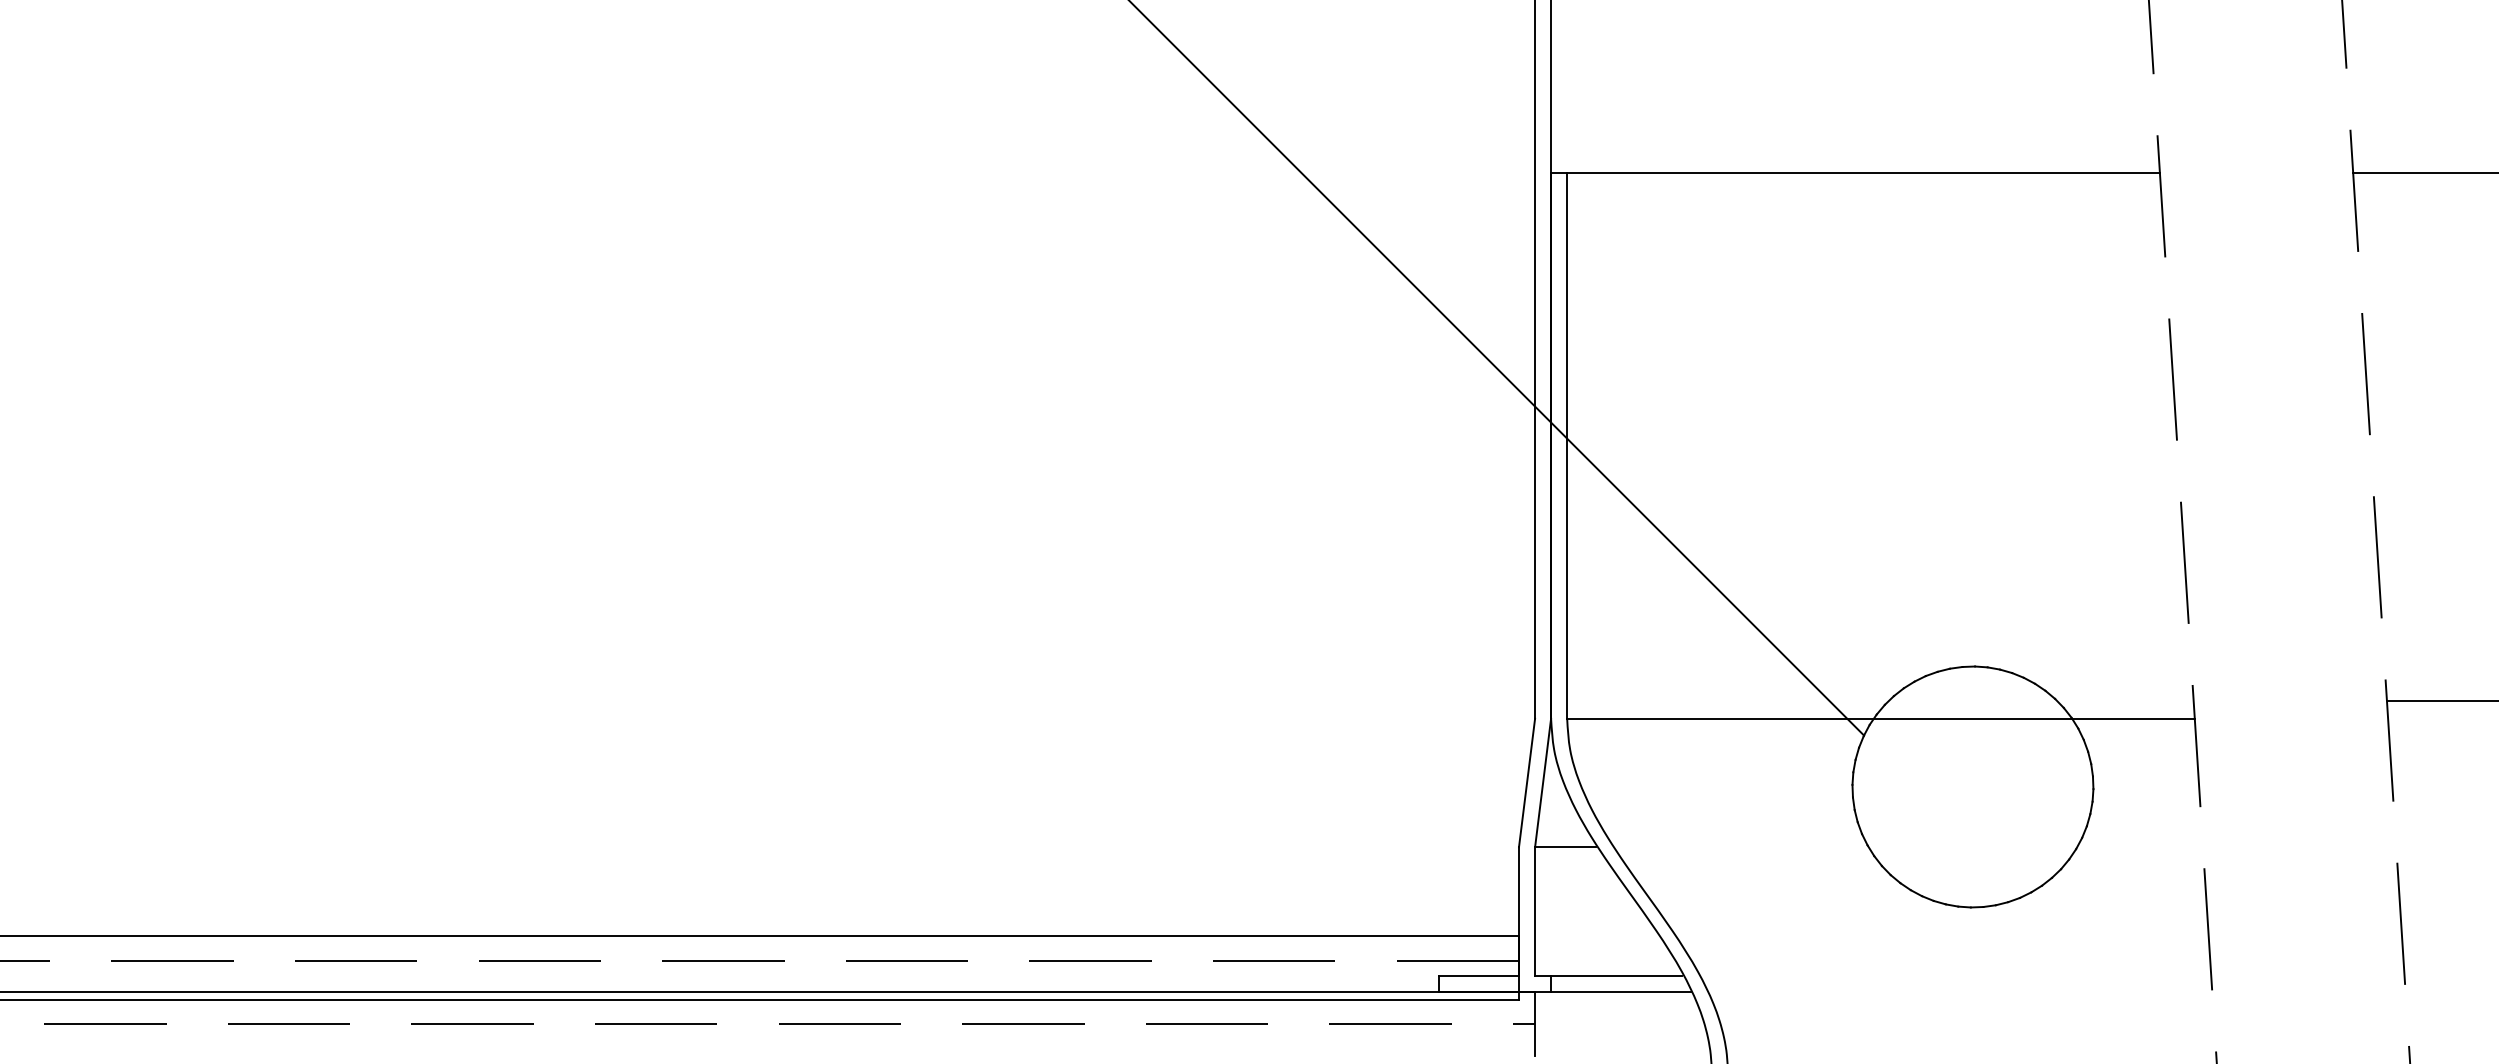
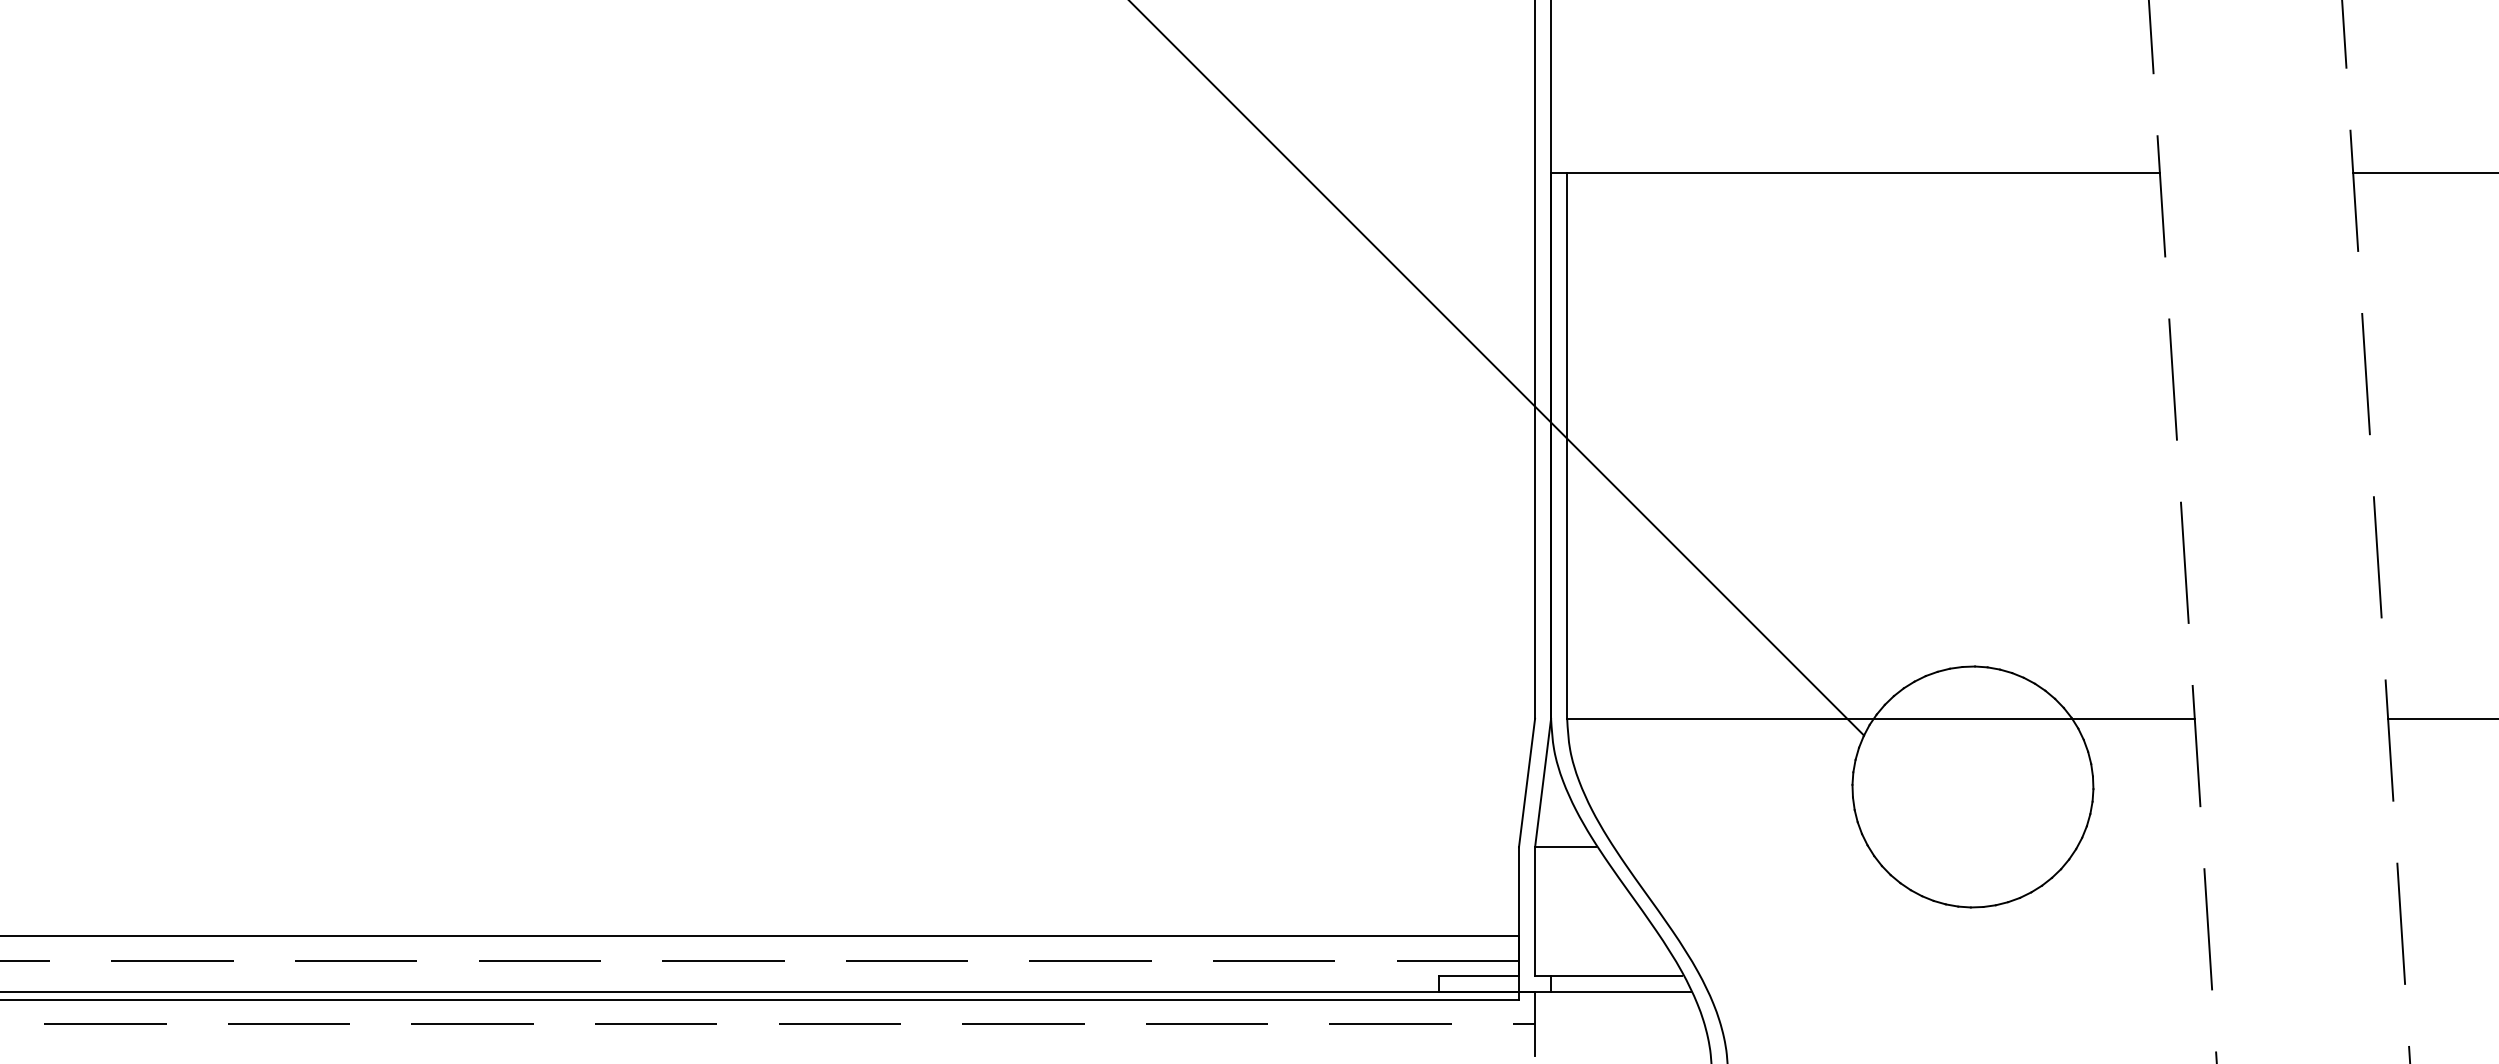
line at (2441, 700) position: (2441, 700) -> (2441, 718)
